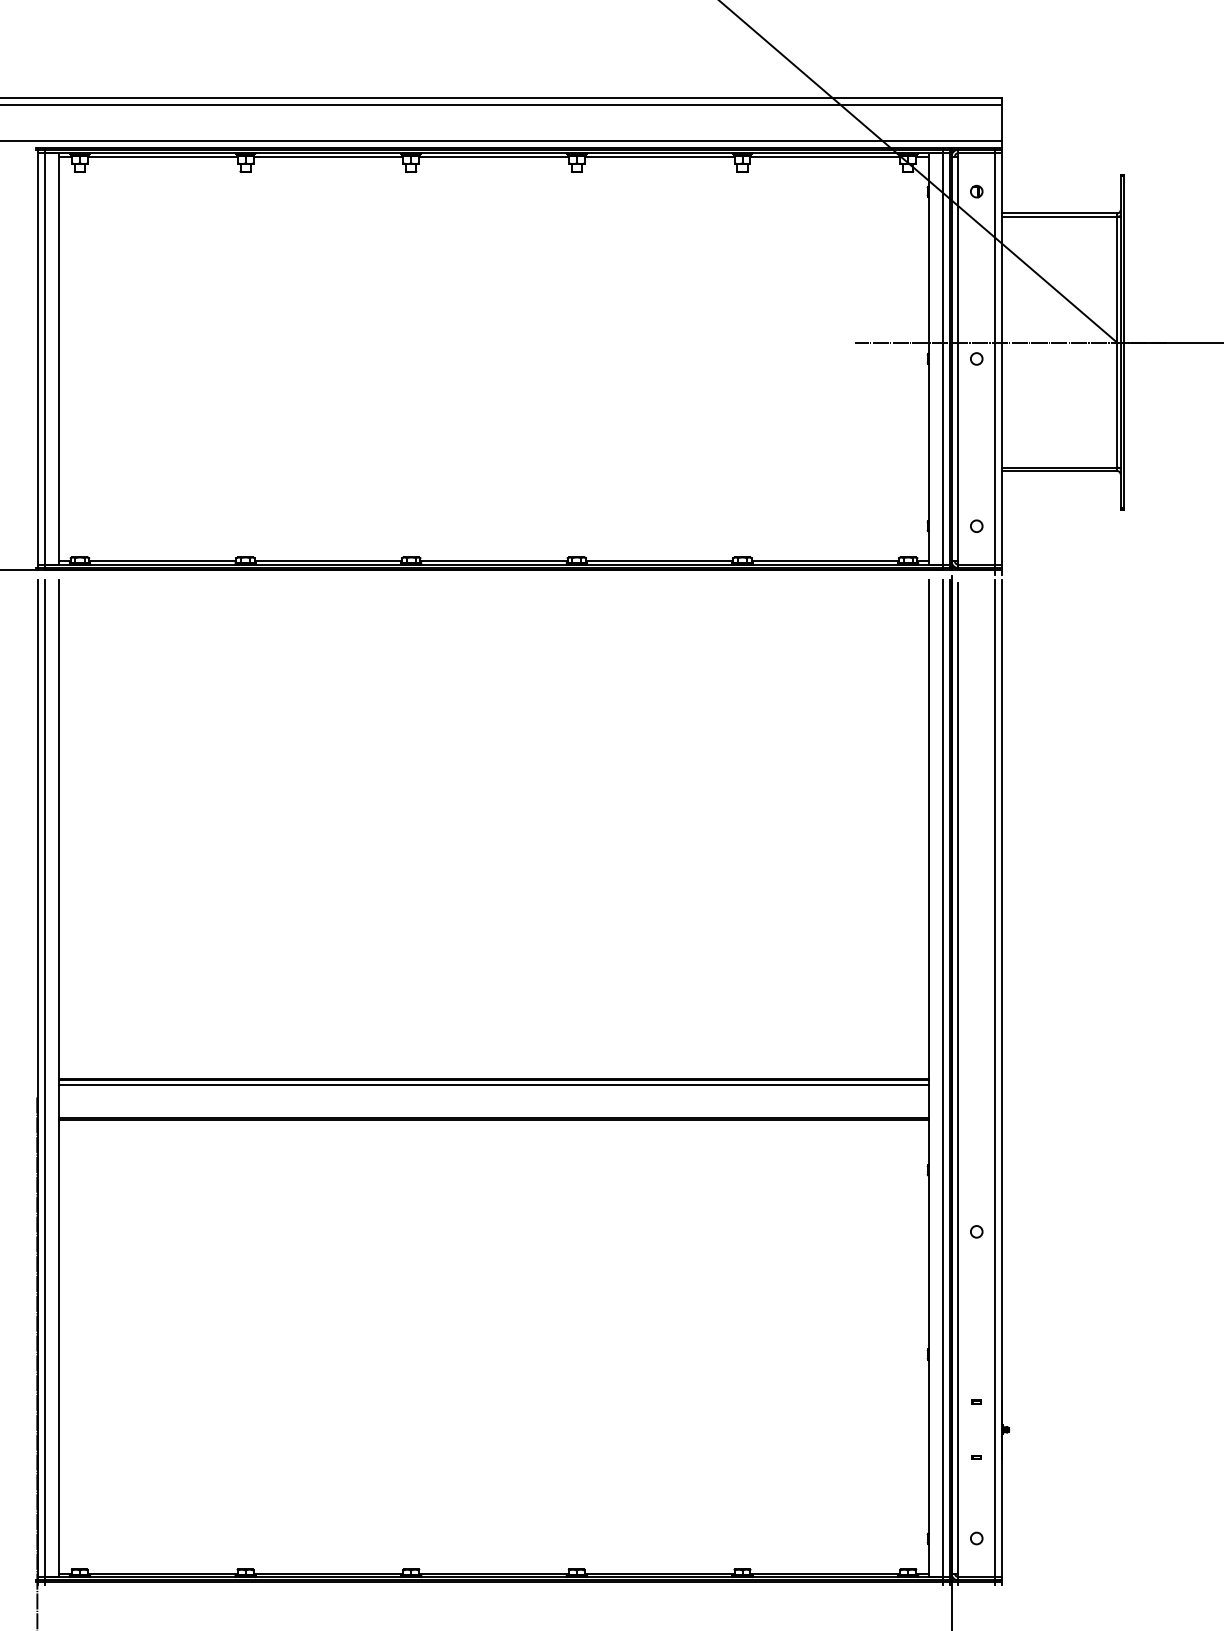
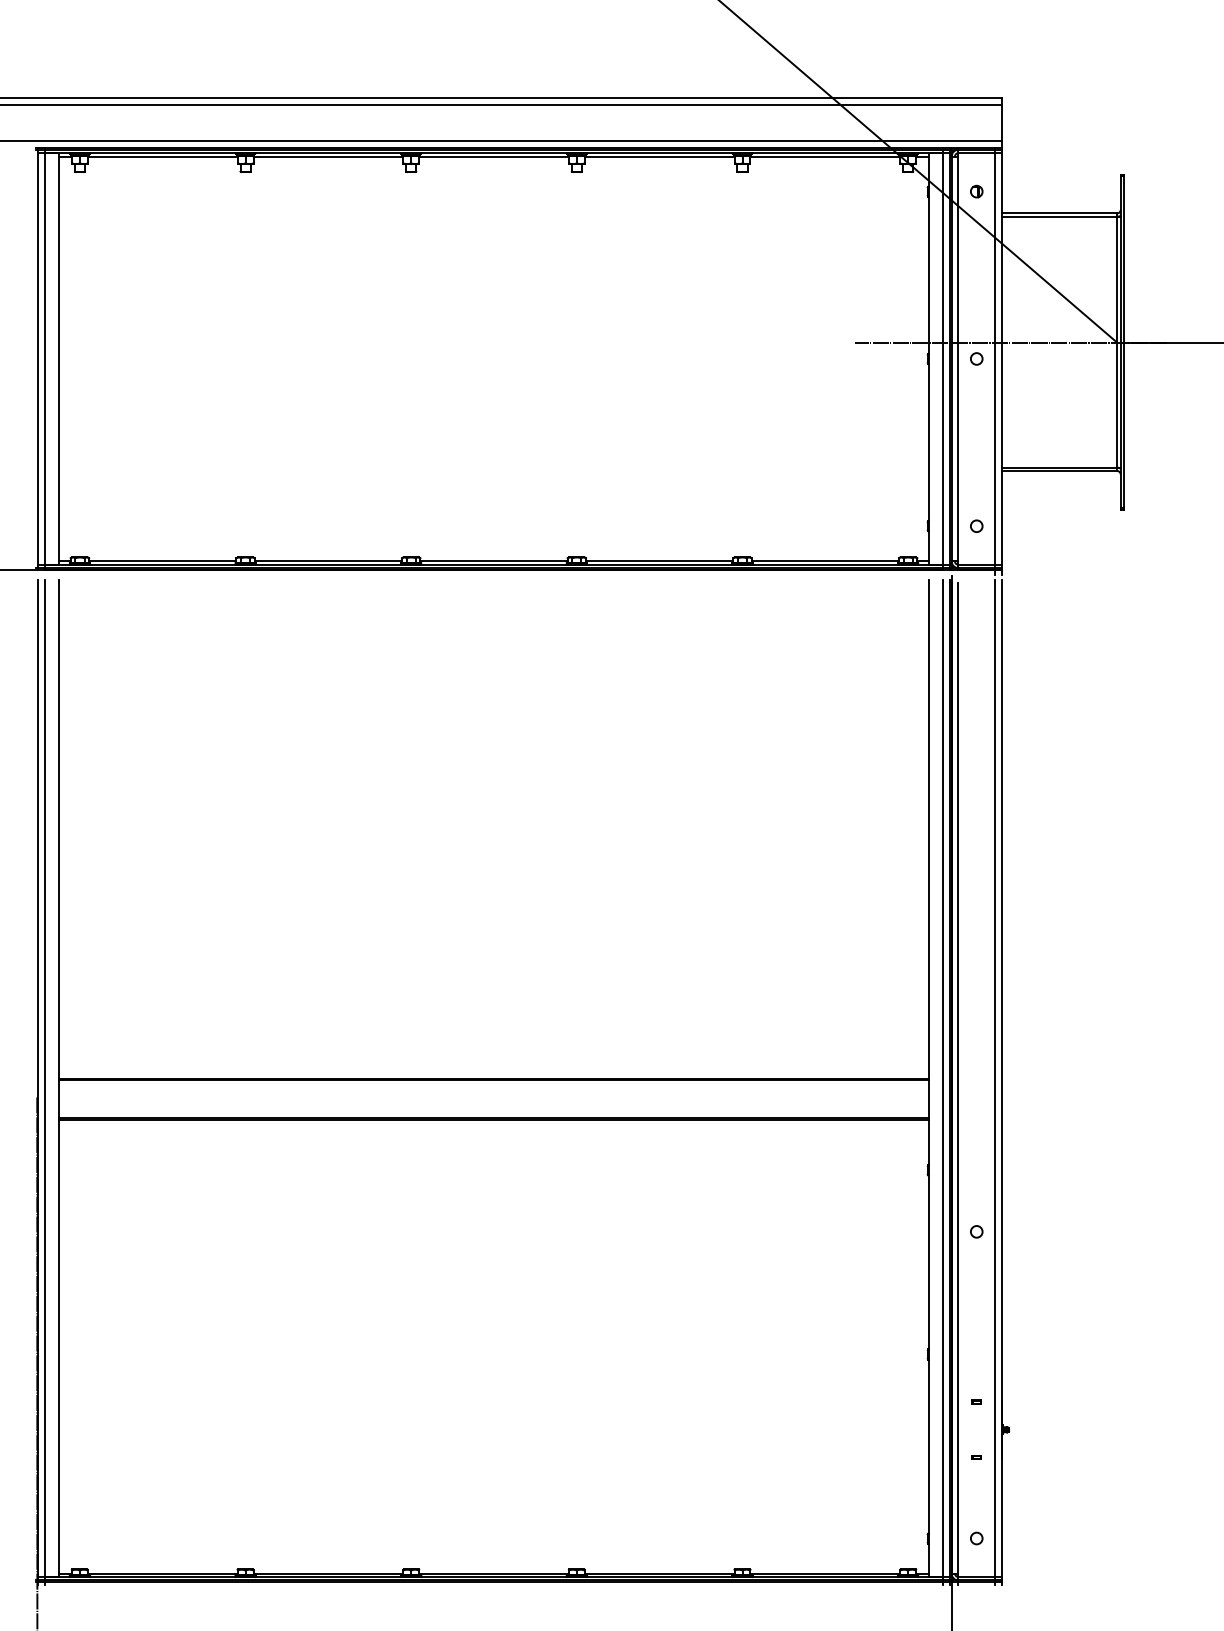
line at (494, 1084): present -> none
